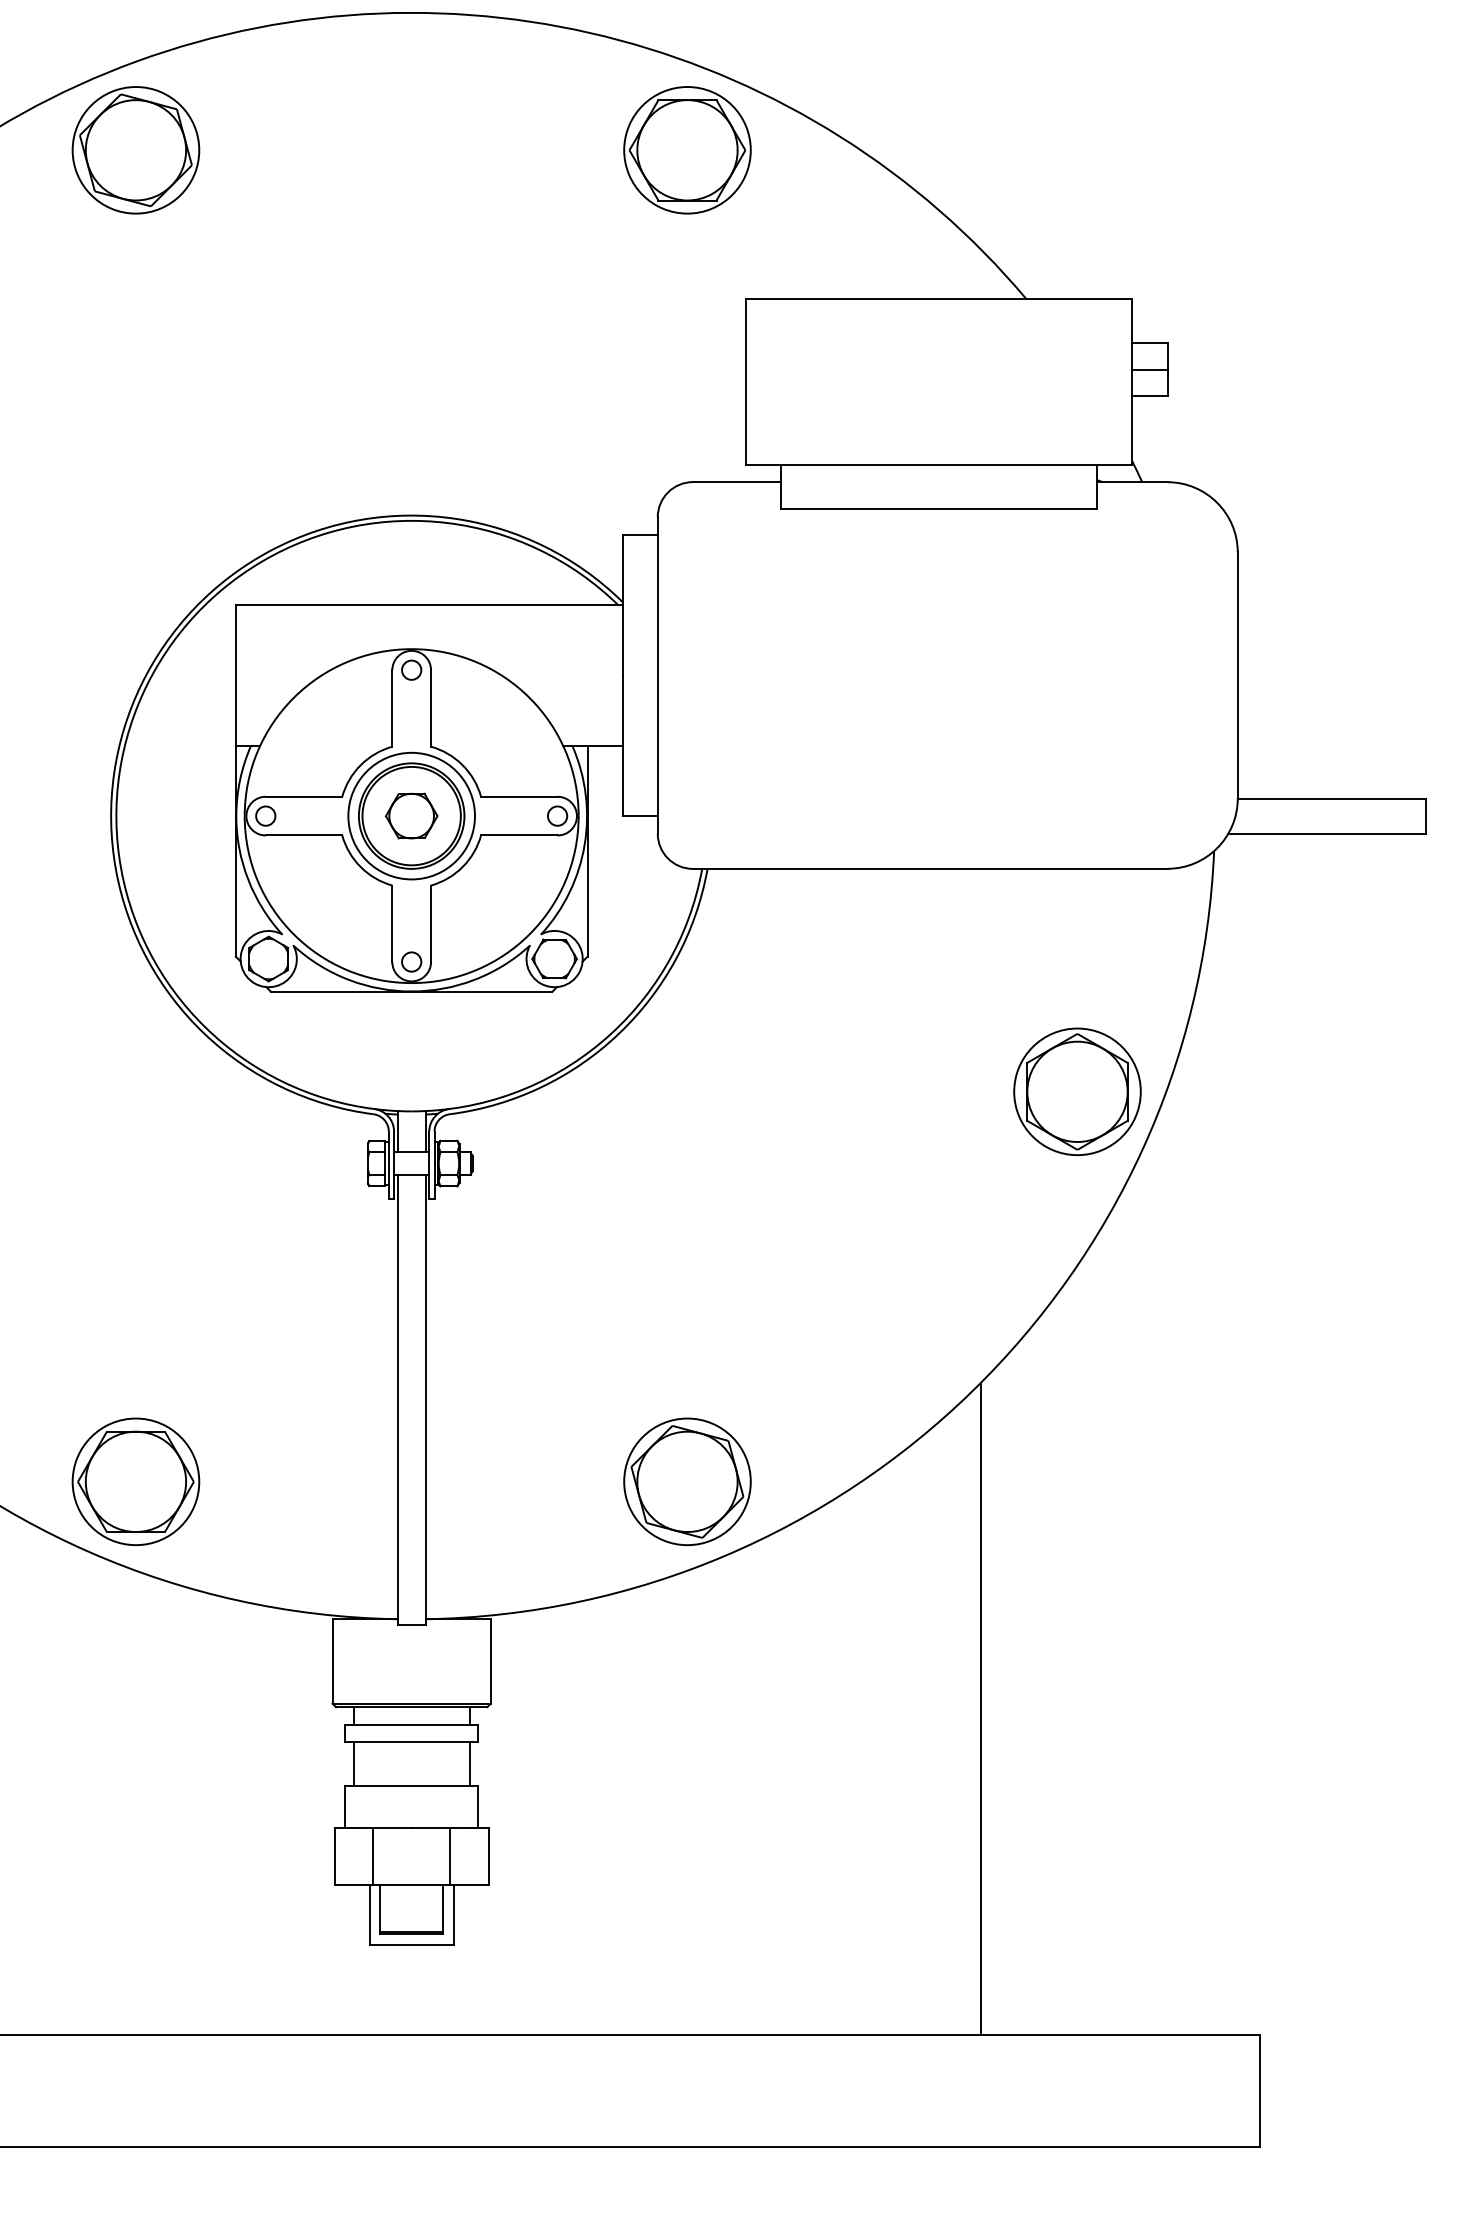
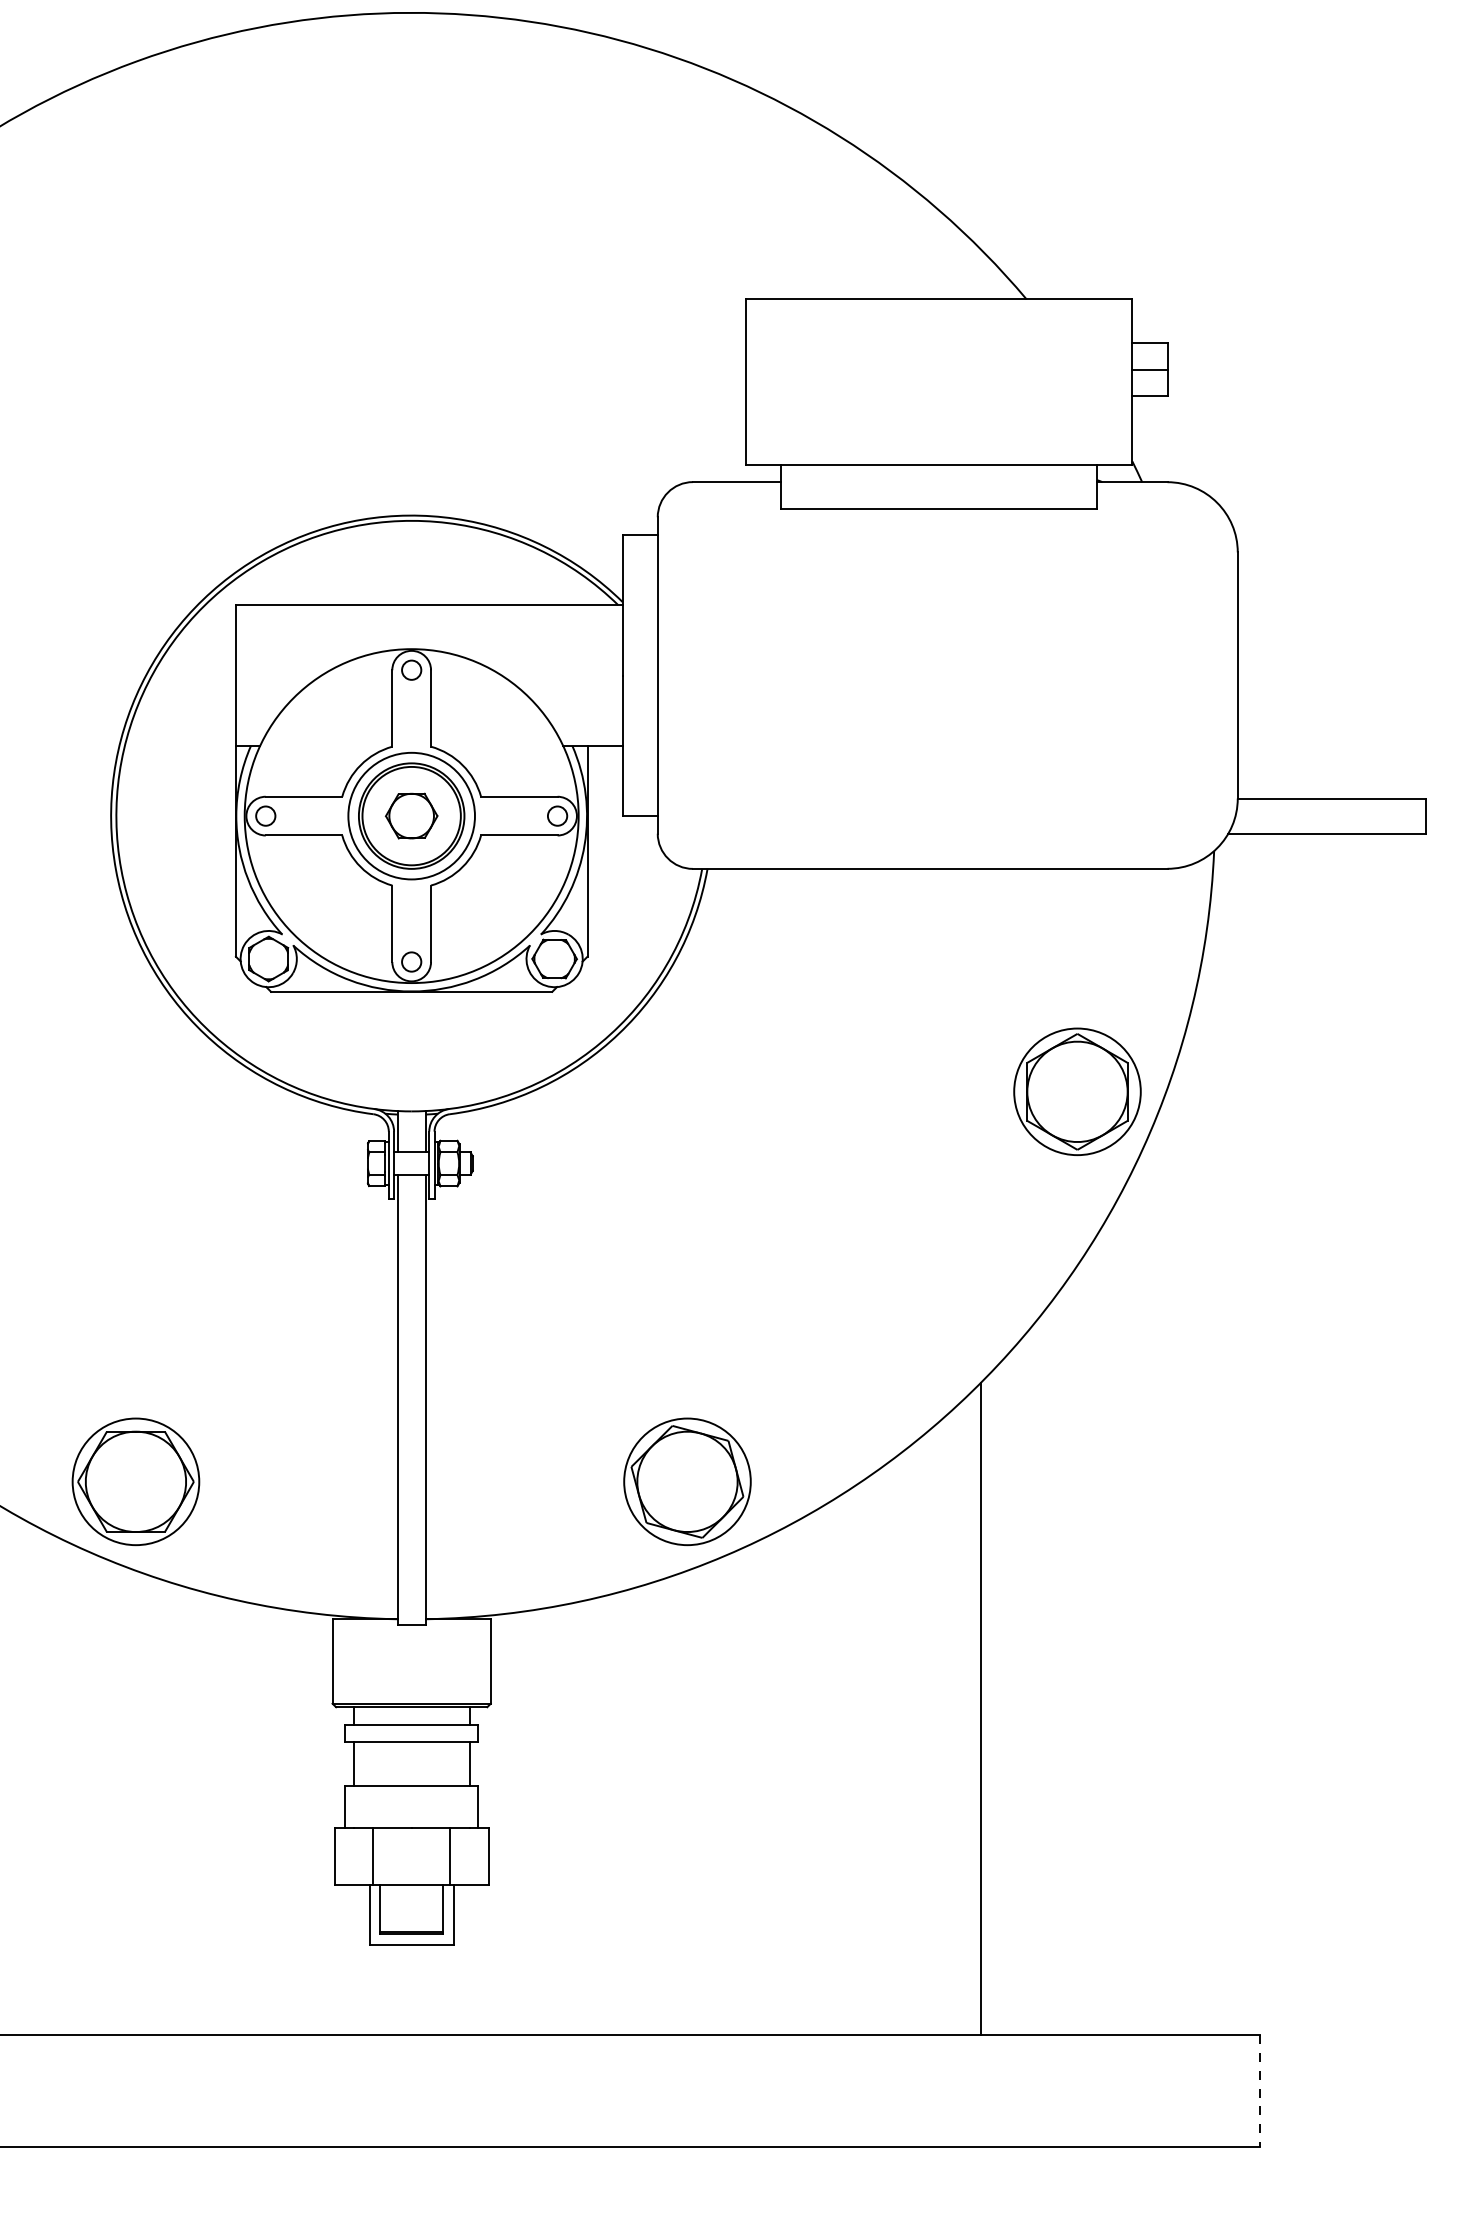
part at (135, 150): present -> none
part at (687, 150): present -> none
line at (1259, 2090): solid -> dashed
